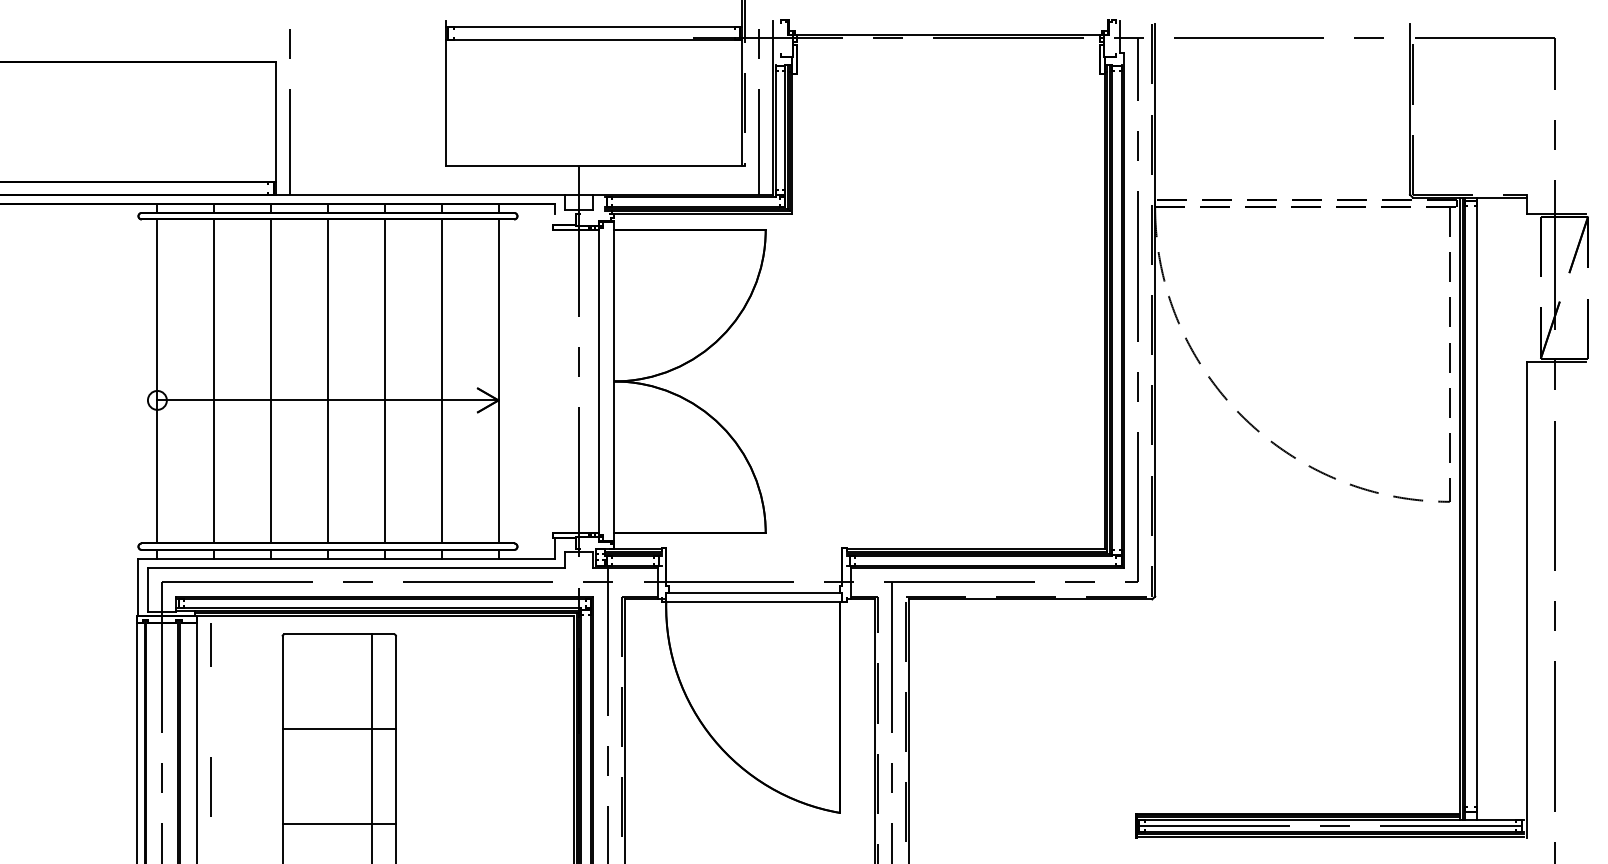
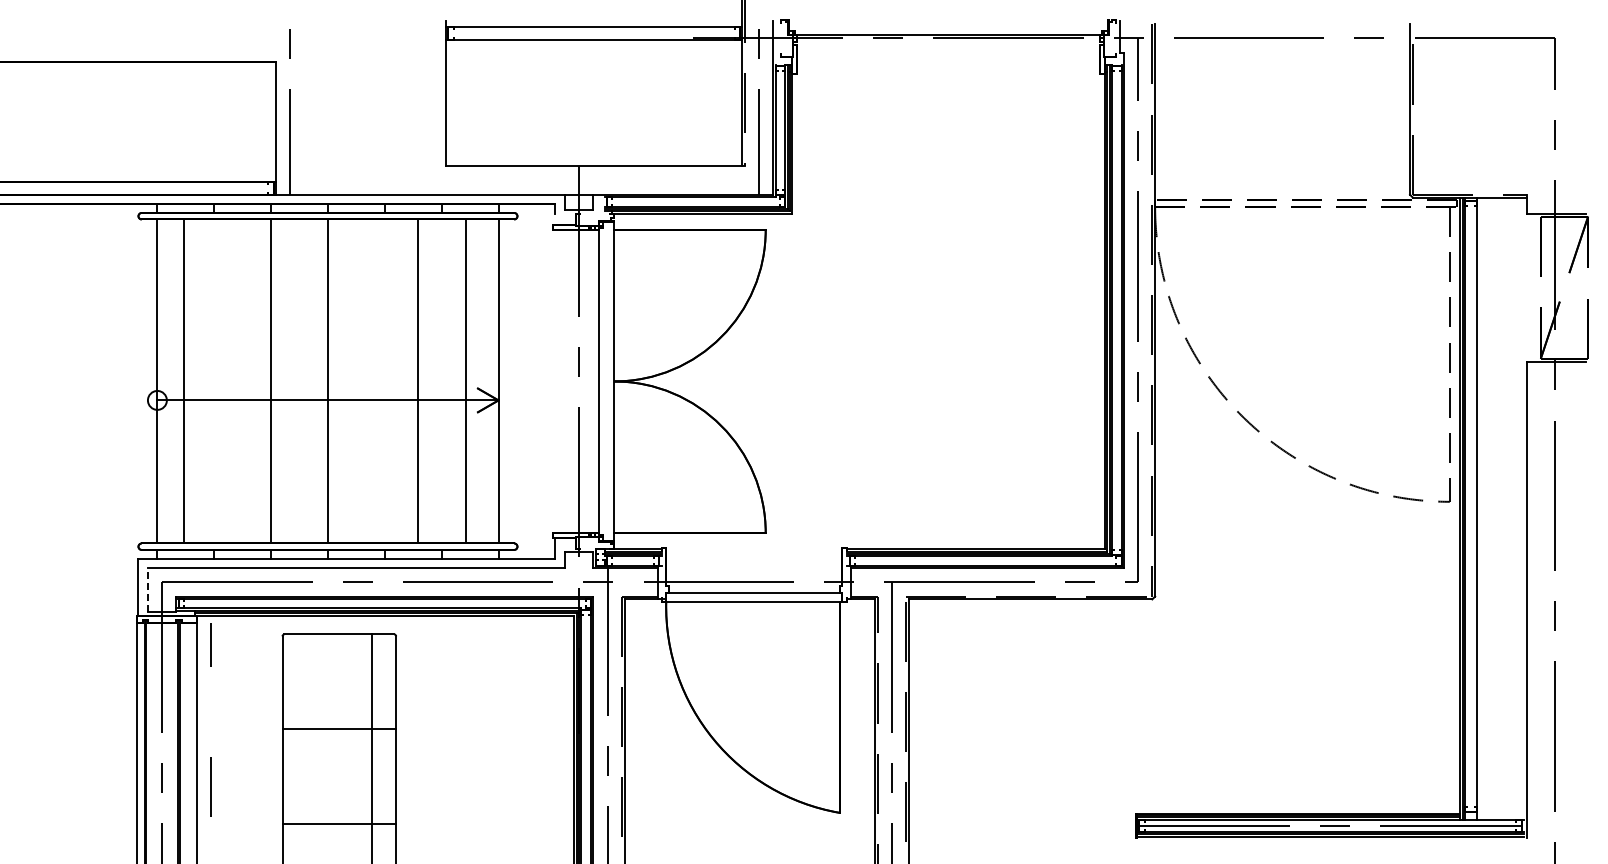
line at (214, 381) position: (214, 381) -> (184, 381)
line at (384, 381) position: (384, 381) -> (417, 381)
line at (441, 381) position: (441, 381) -> (465, 381)
line at (147, 589): solid -> dashed
